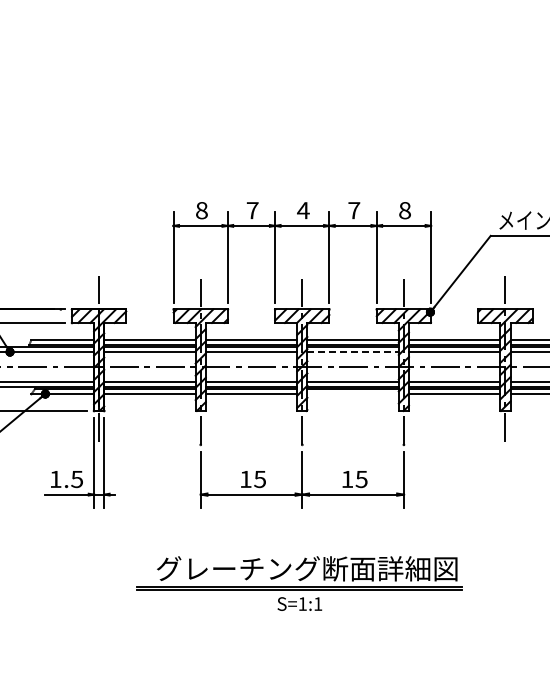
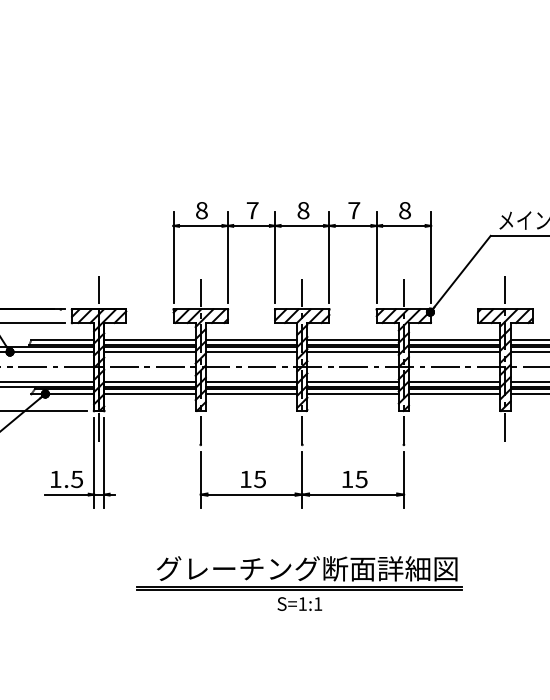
text at (303, 210): 4 -> 8
line at (353, 352): dashed -> solid
line at (352, 394): none -> present
